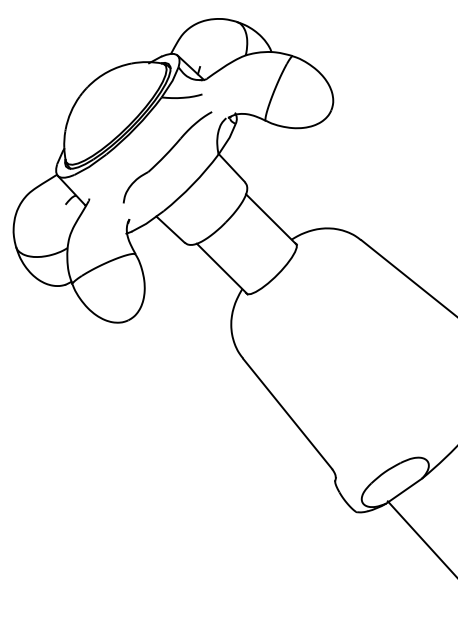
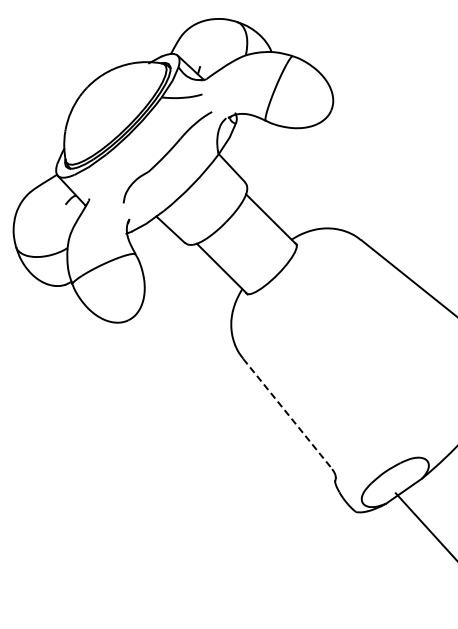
line at (287, 413): solid -> dashed
line at (420, 538) position: (420, 538) -> (424, 525)
